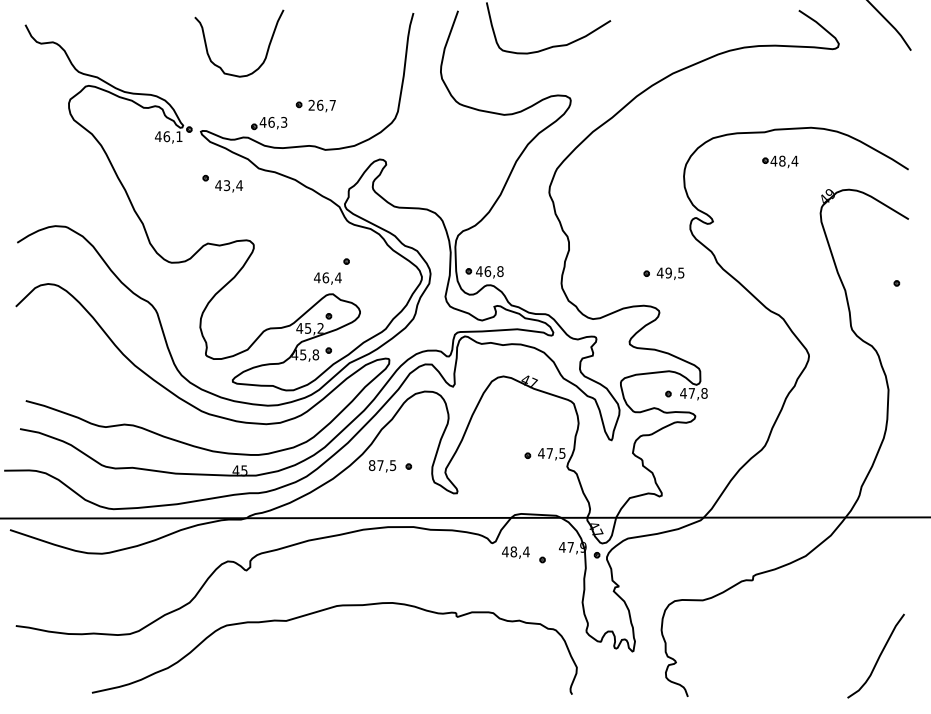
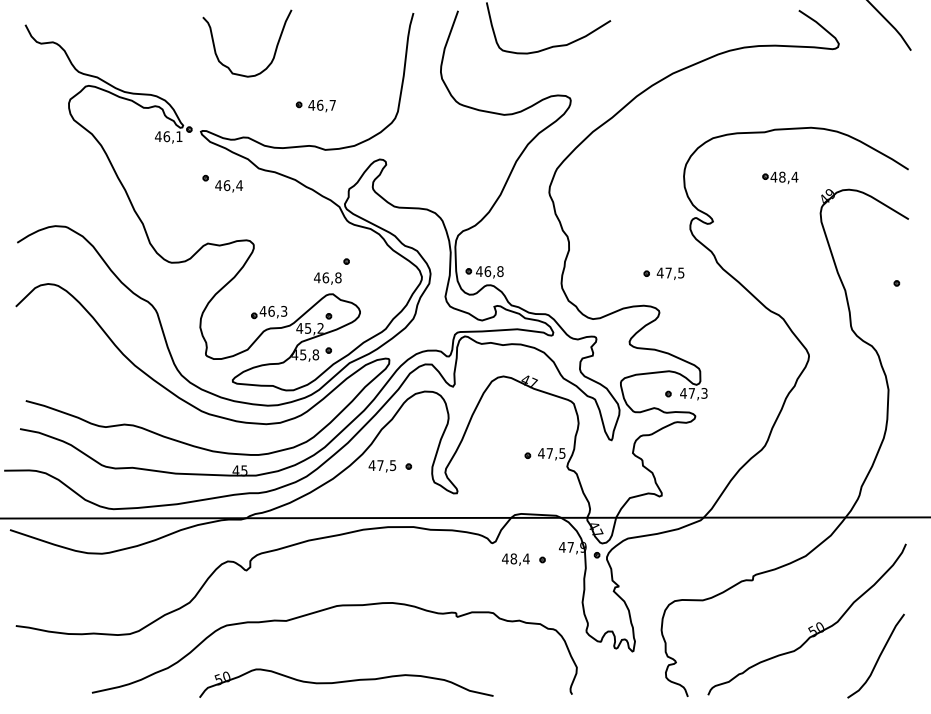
curve at (266, 51) position: (266, 51) -> (274, 51)
text at (311, 104): 26,7 -> 46,7
part at (269, 123) position: (269, 123) -> (269, 312)
part at (780, 161) position: (780, 161) -> (780, 177)
text at (226, 185): 43,4 -> 46,4
text at (668, 272): 49,5 -> 47,5
text at (338, 277): 46,4 -> 46,8
text at (704, 393): 47,8 -> 47,3
text at (371, 465): 87,5 -> 47,5
text at (515, 552) position: (515, 552) -> (515, 559)
part at (810, 626): none -> present
part at (346, 682): none -> present
